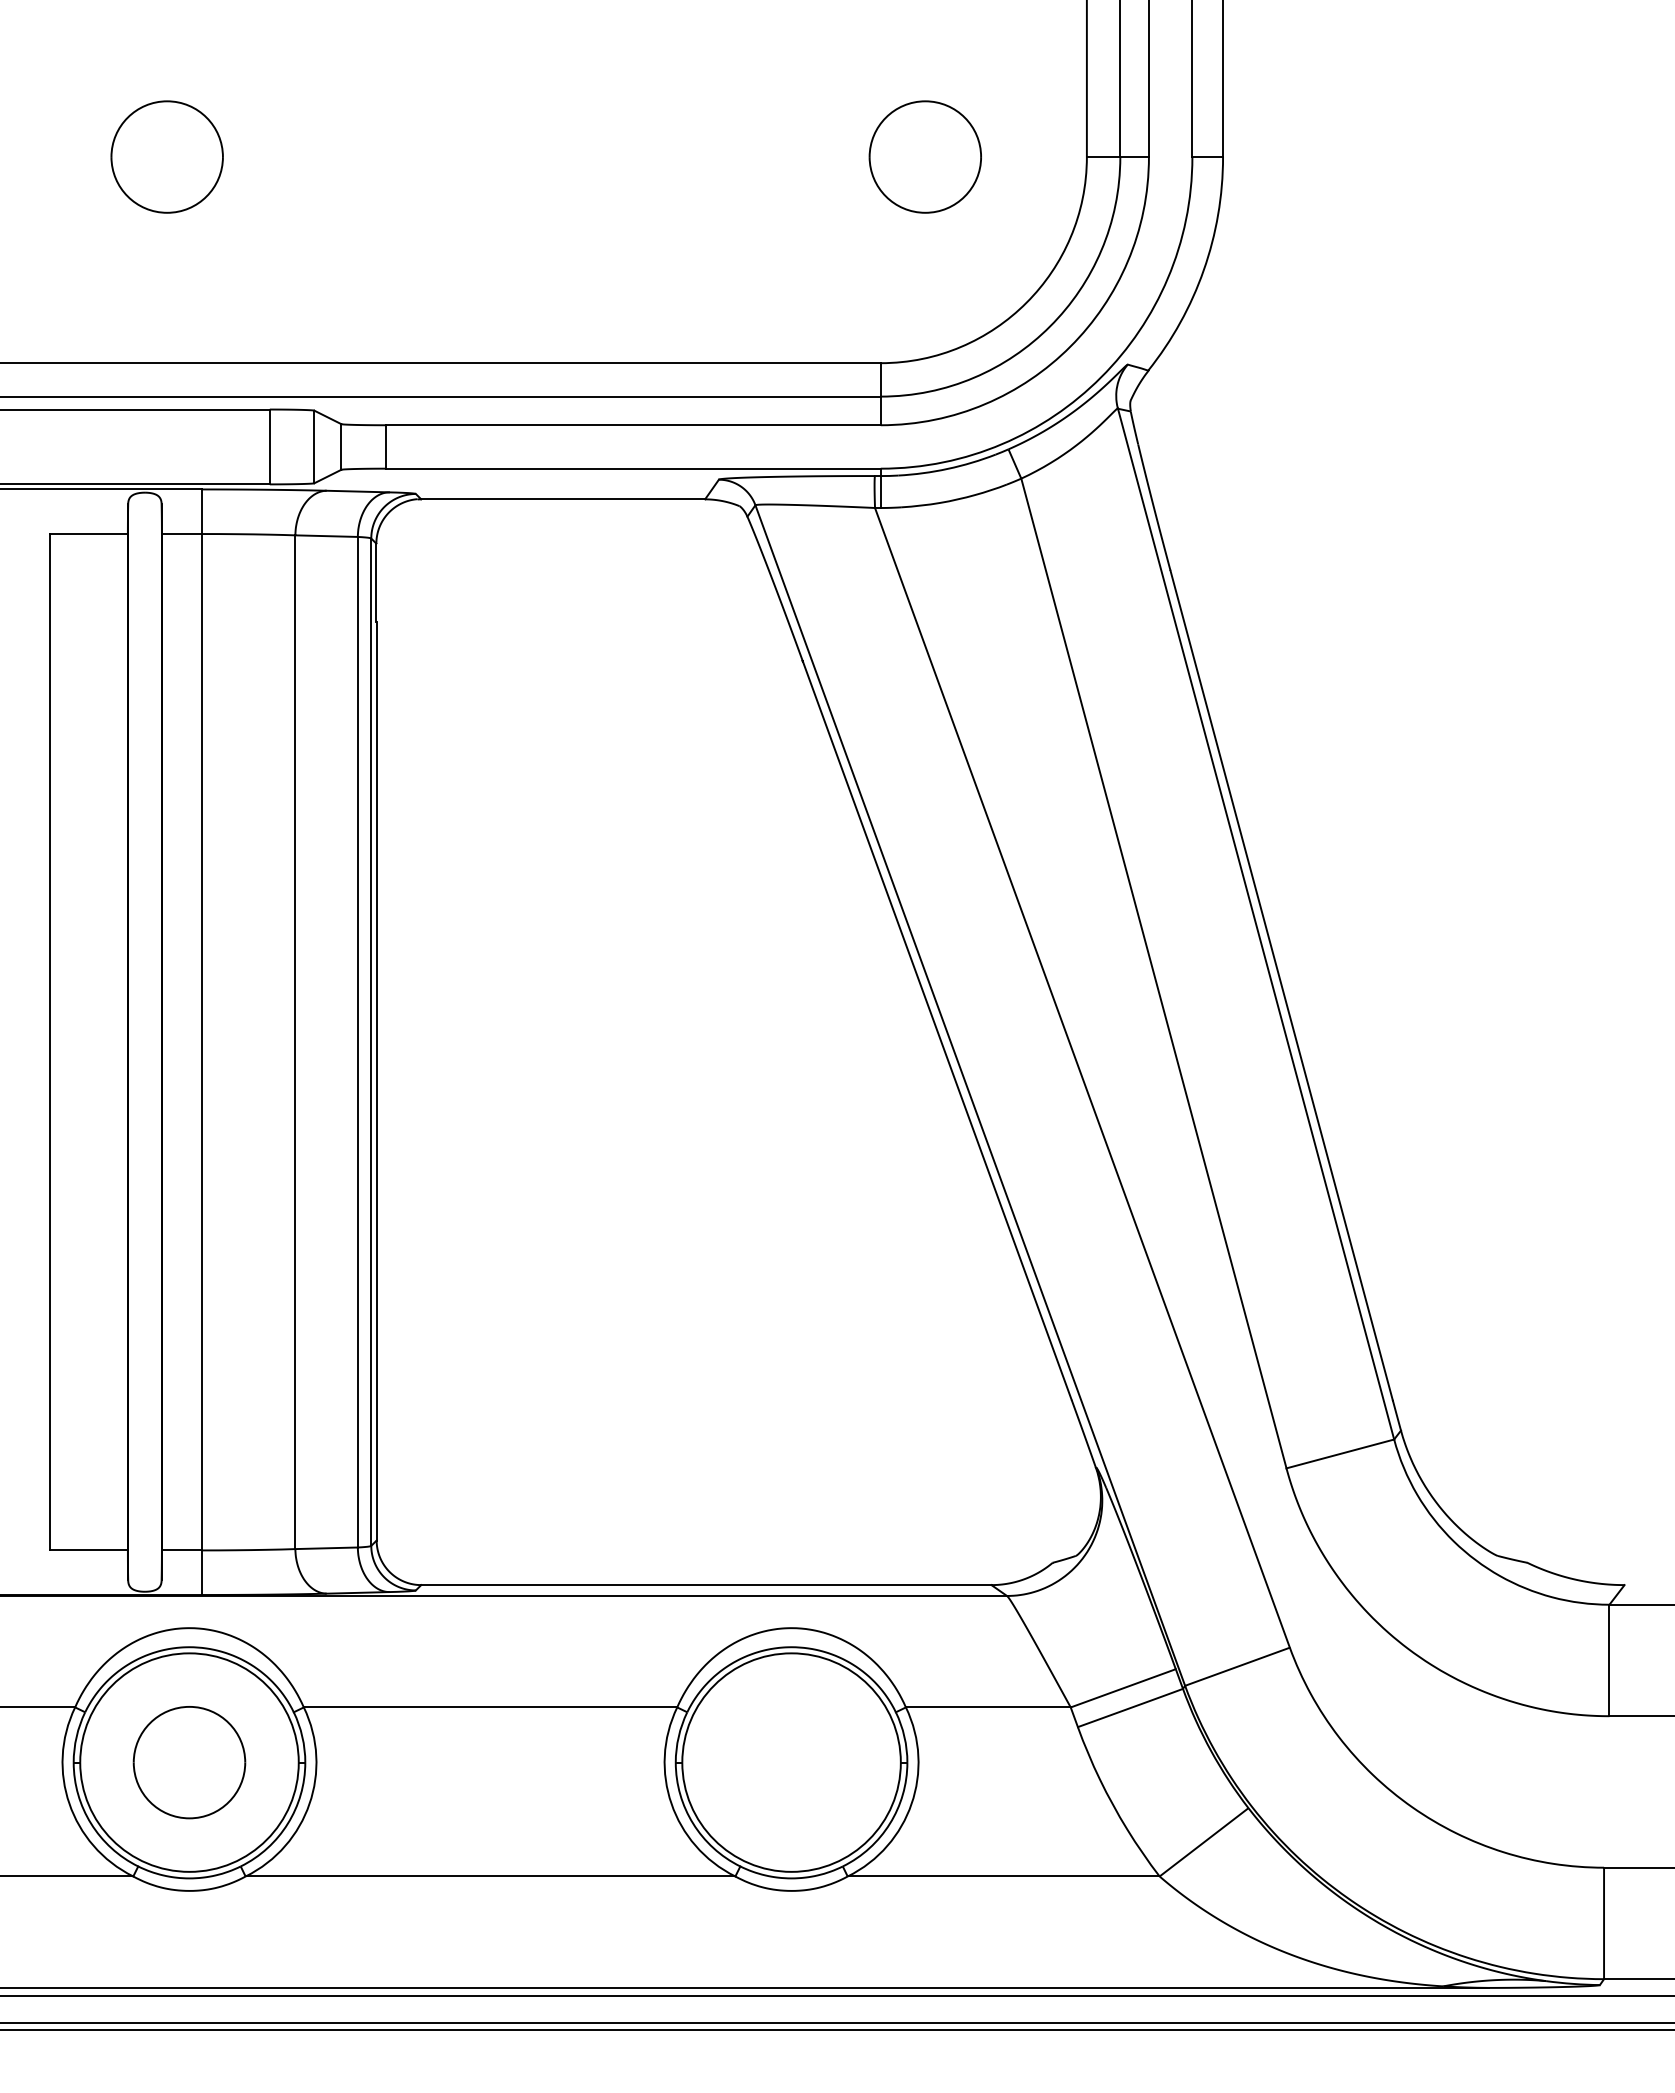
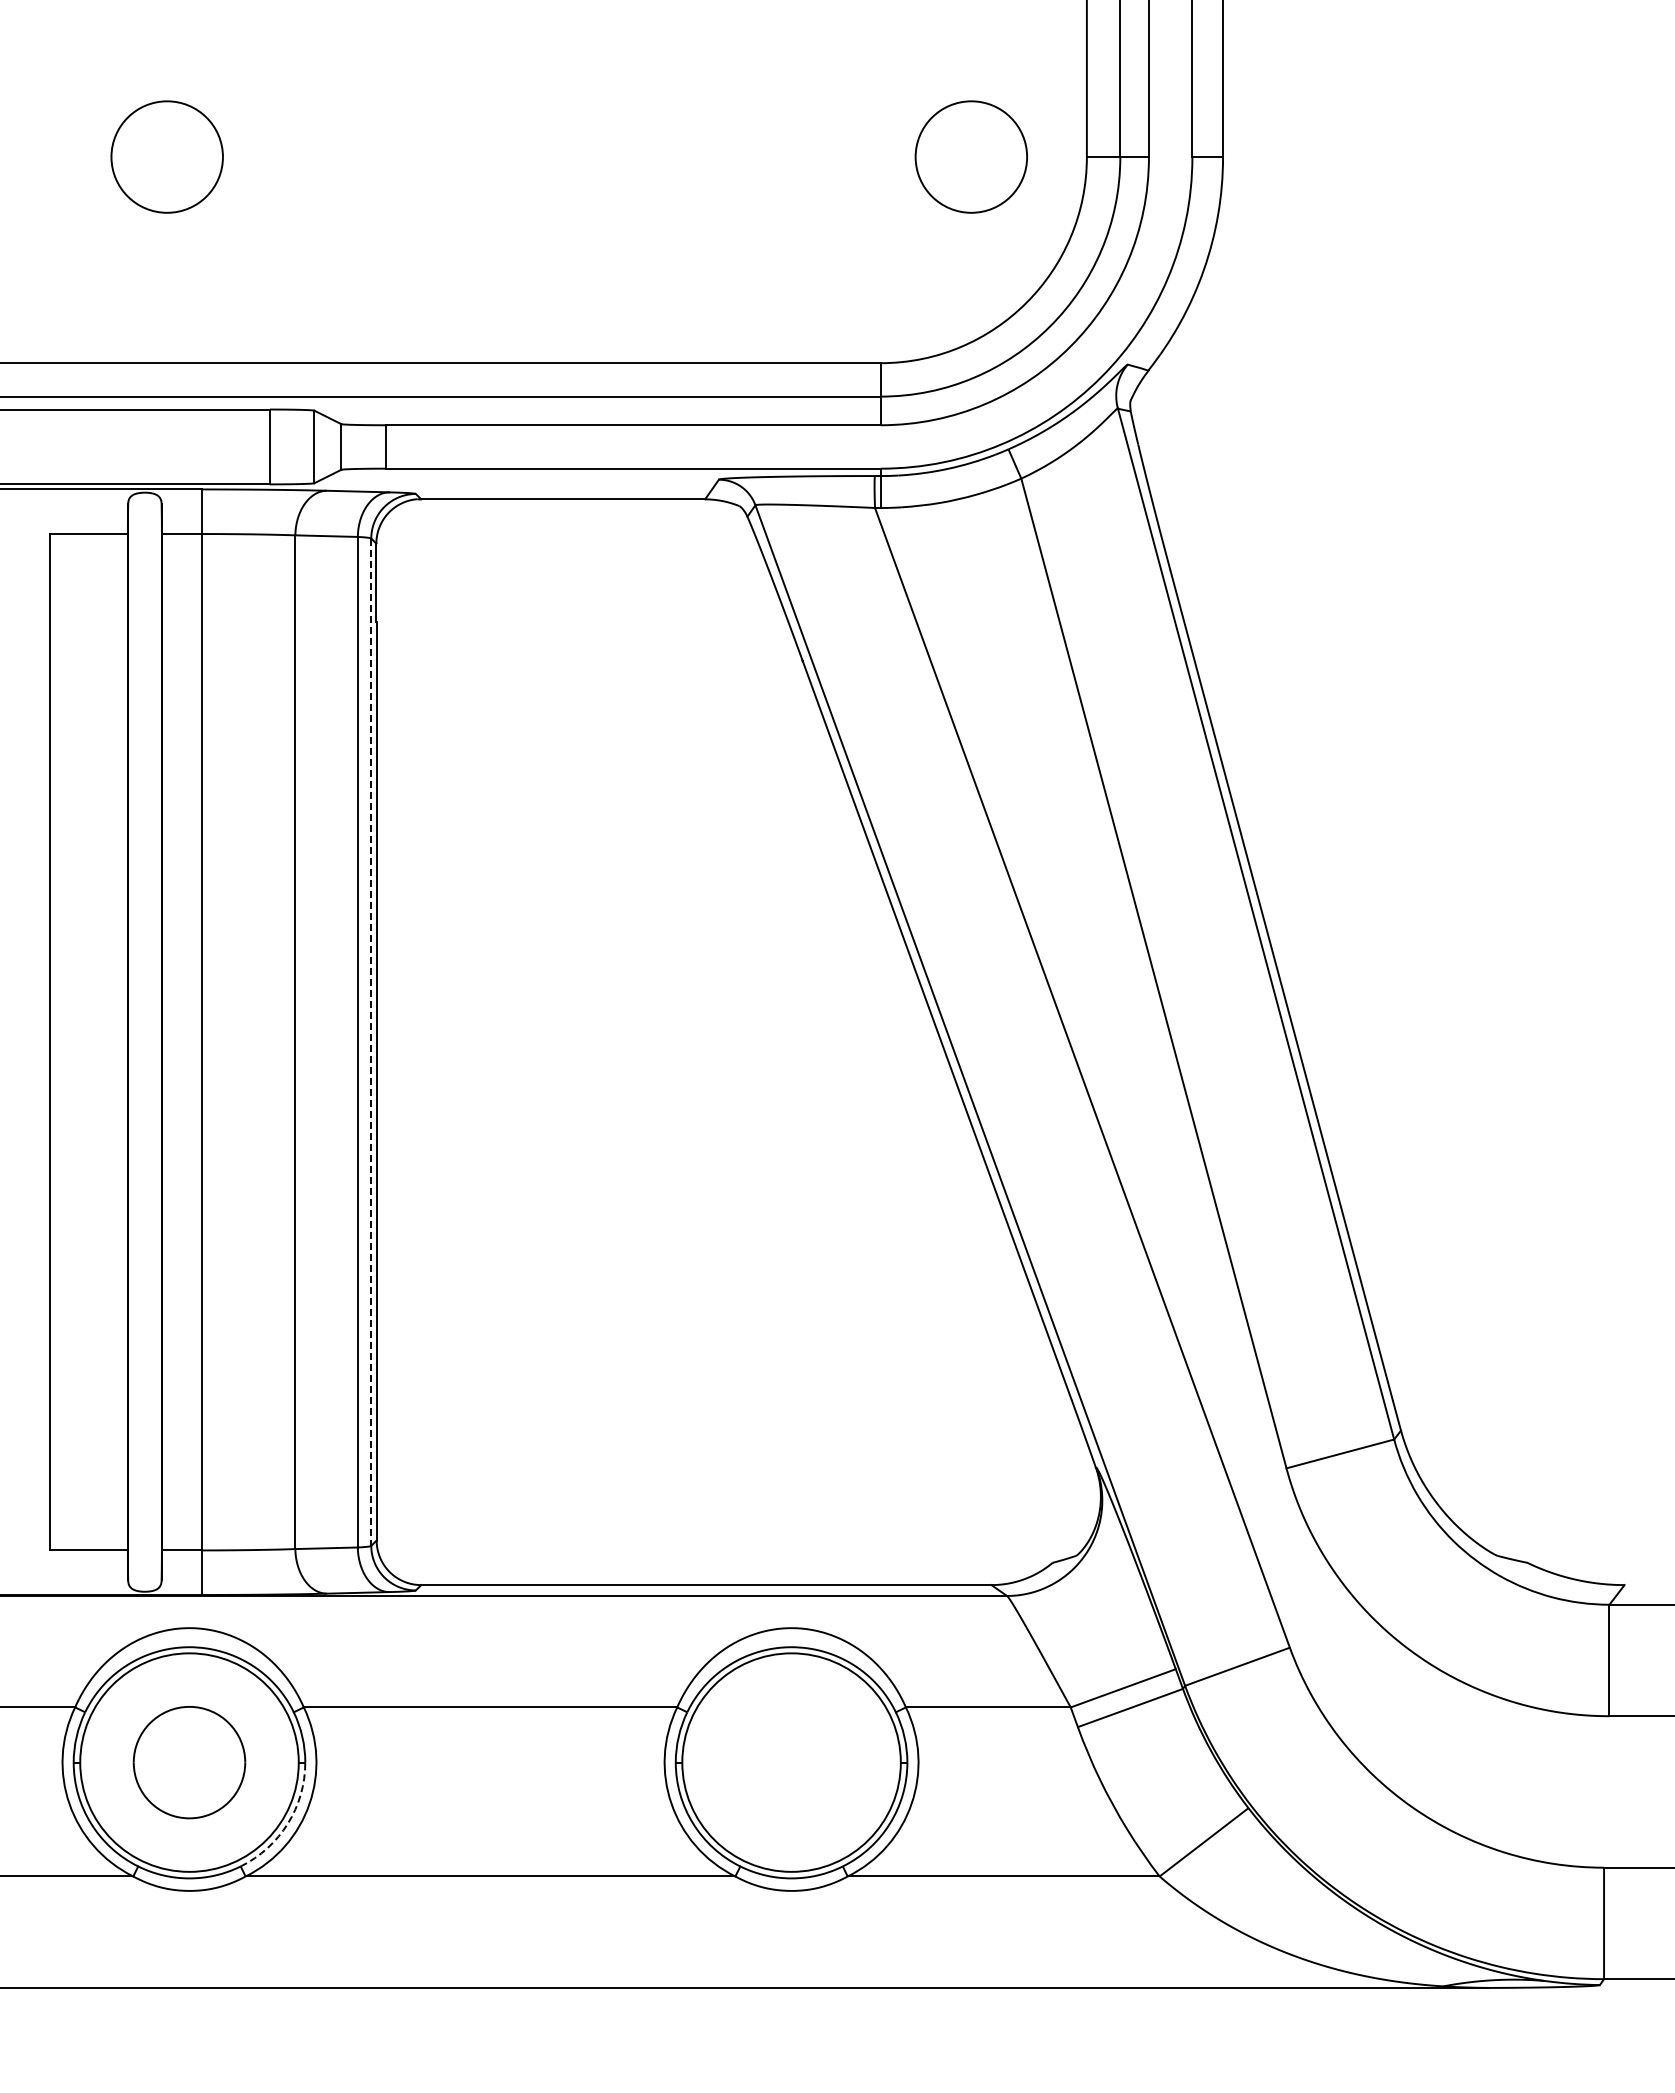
part at (924, 156) position: (924, 156) -> (970, 156)
line at (371, 1042): solid -> dashed
arc at (287, 1823): solid -> dashed
line at (836, 1996): present -> none
line at (836, 2022): present -> none
line at (836, 2030): present -> none
